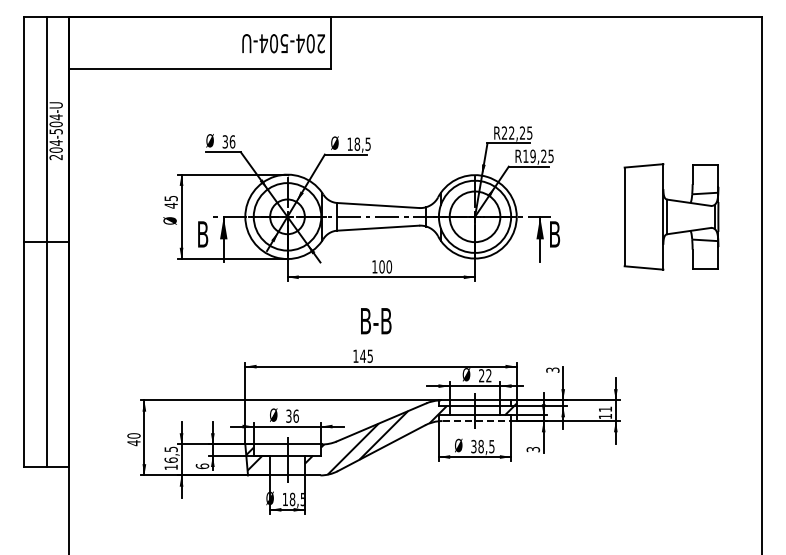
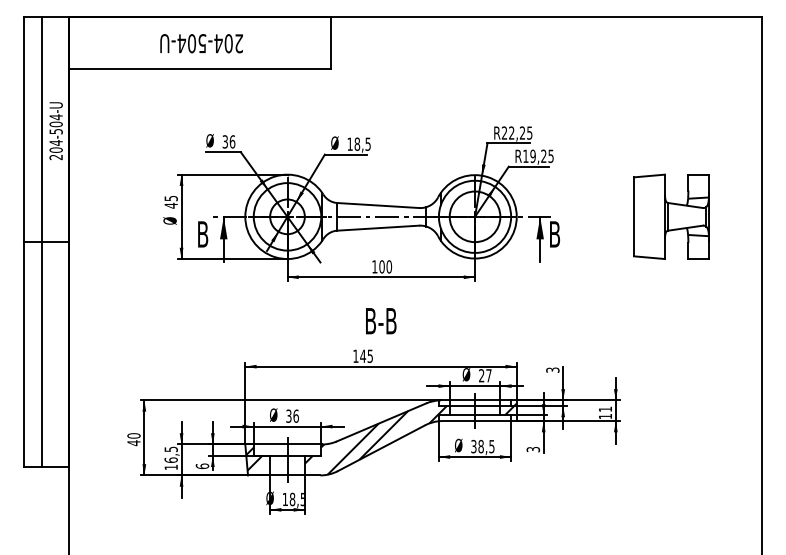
text at (283, 43) position: (283, 43) -> (201, 43)
part at (671, 216) size: 97x108 px -> 77x87 px
line at (47, 241) position: (47, 241) -> (42, 241)
text at (376, 321) position: (376, 321) -> (381, 321)
text at (488, 375): 22 -> 27
line at (477, 421): dashed -> solid
